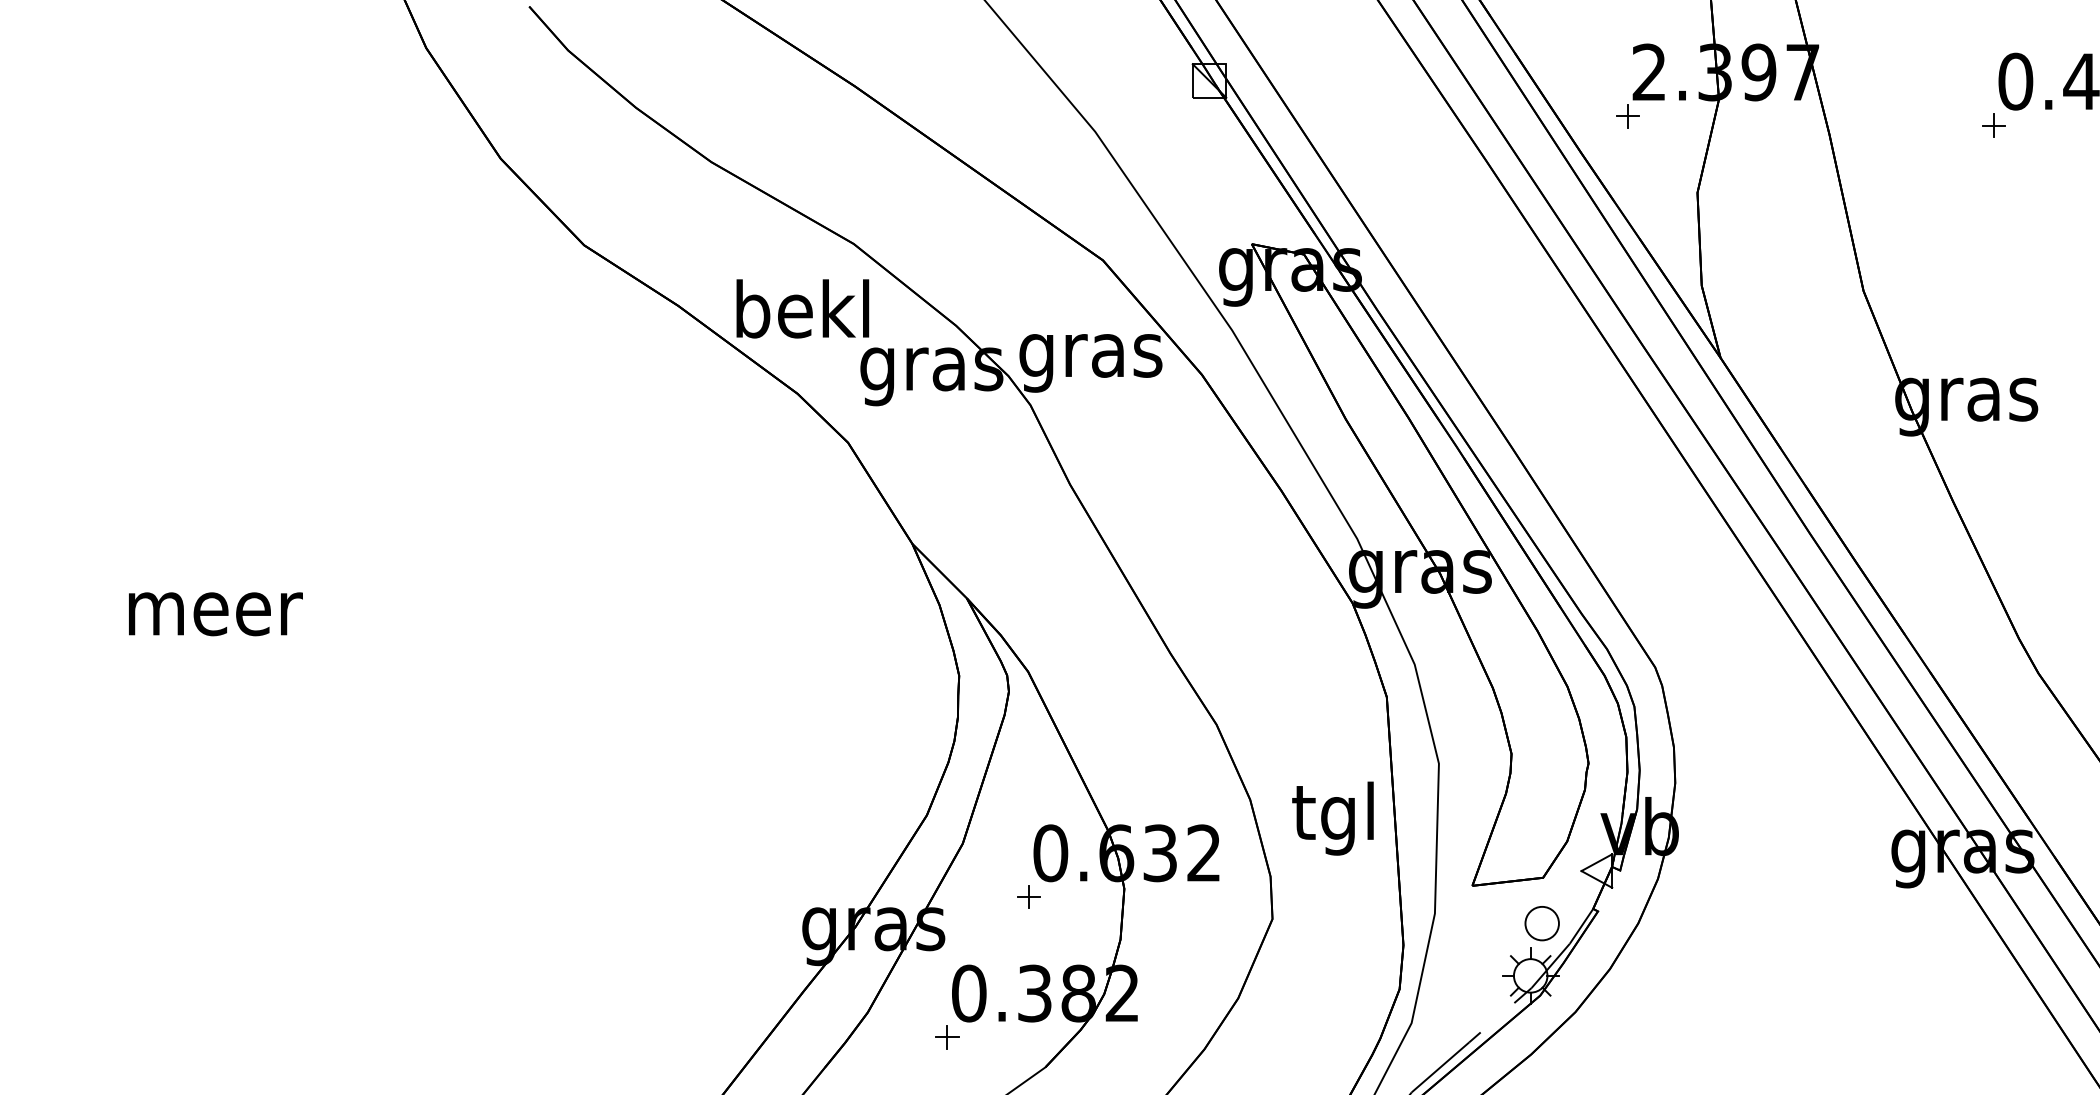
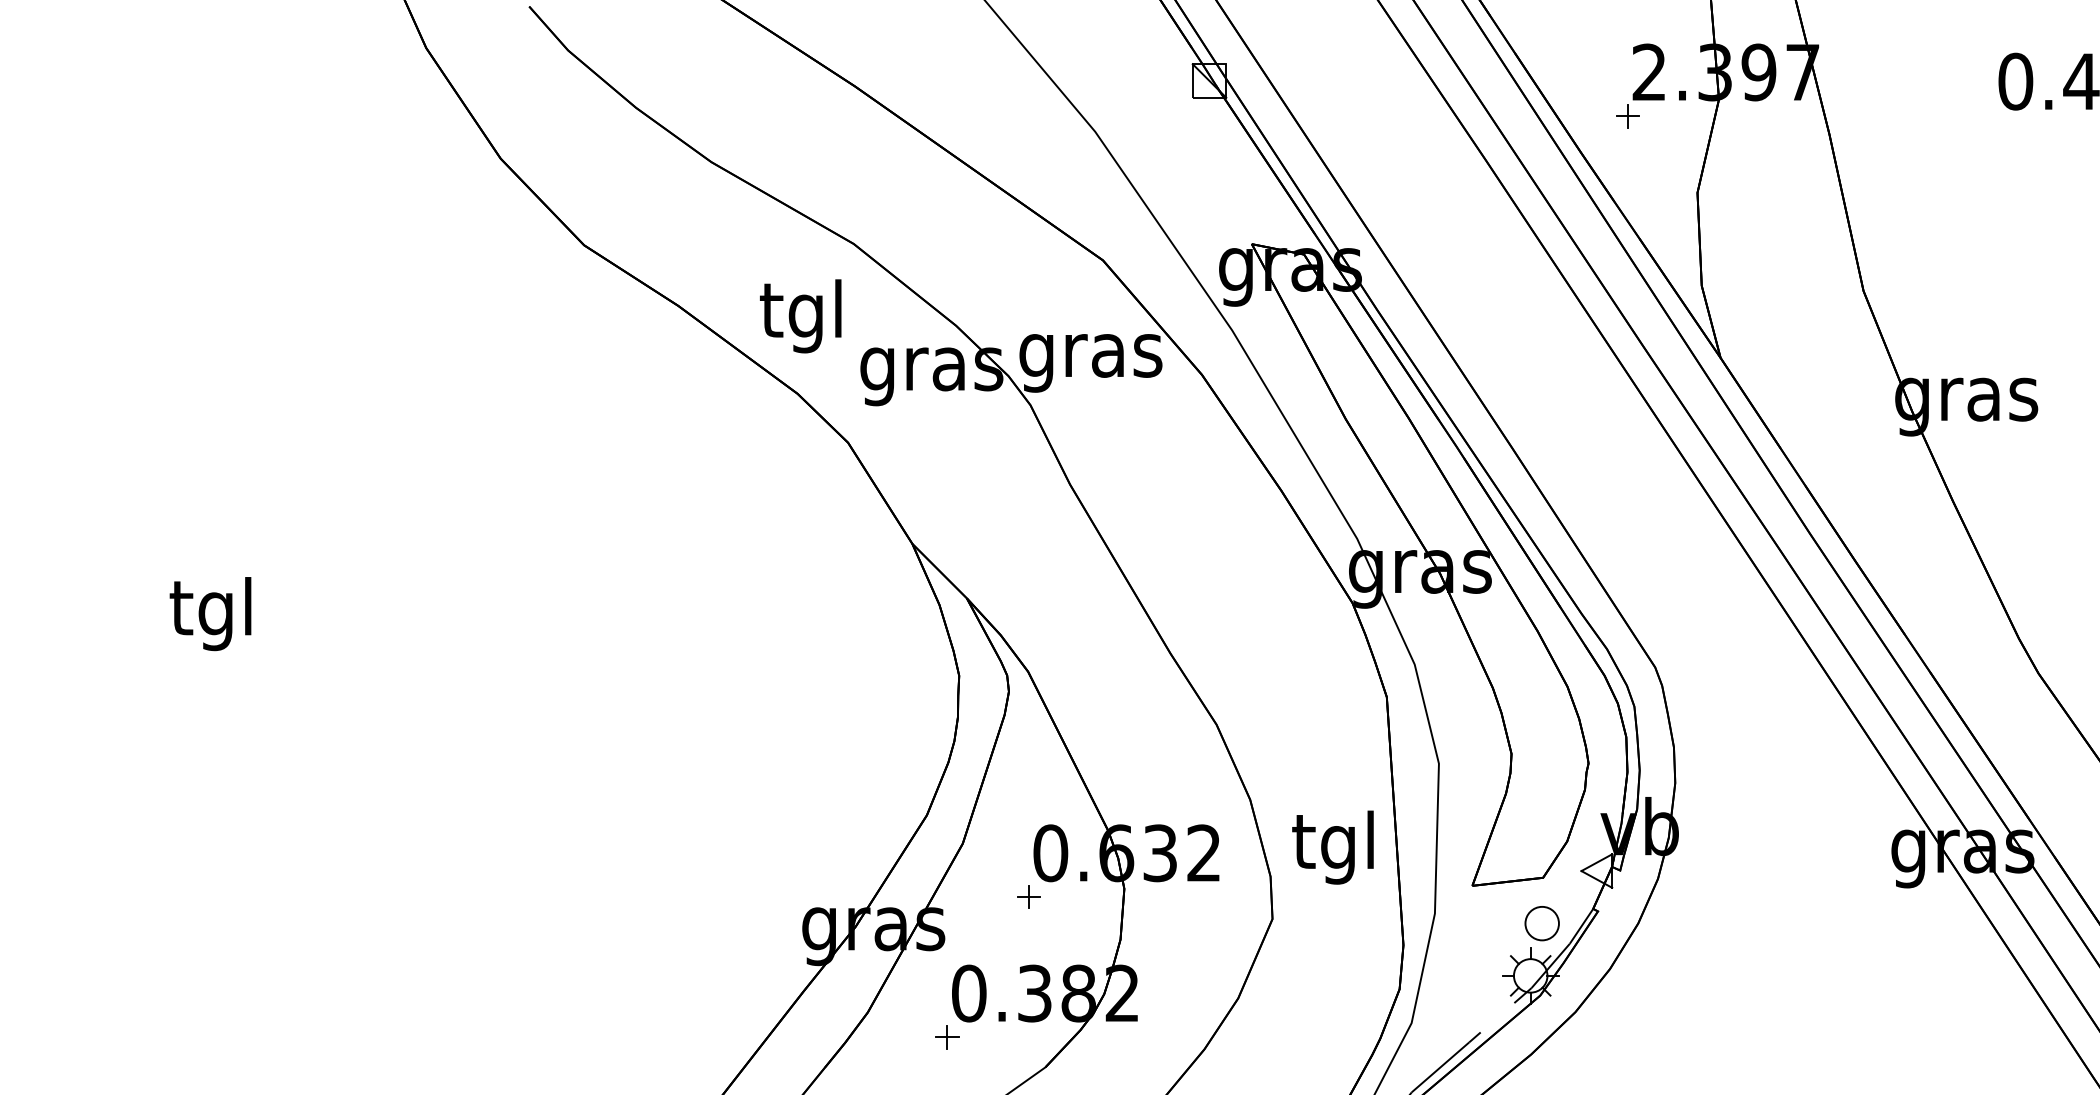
part at (1993, 125): present -> none
text at (802, 316): bekl -> tgl
text at (215, 614): meer -> tgl
text at (1332, 818) position: (1332, 818) -> (1332, 847)
